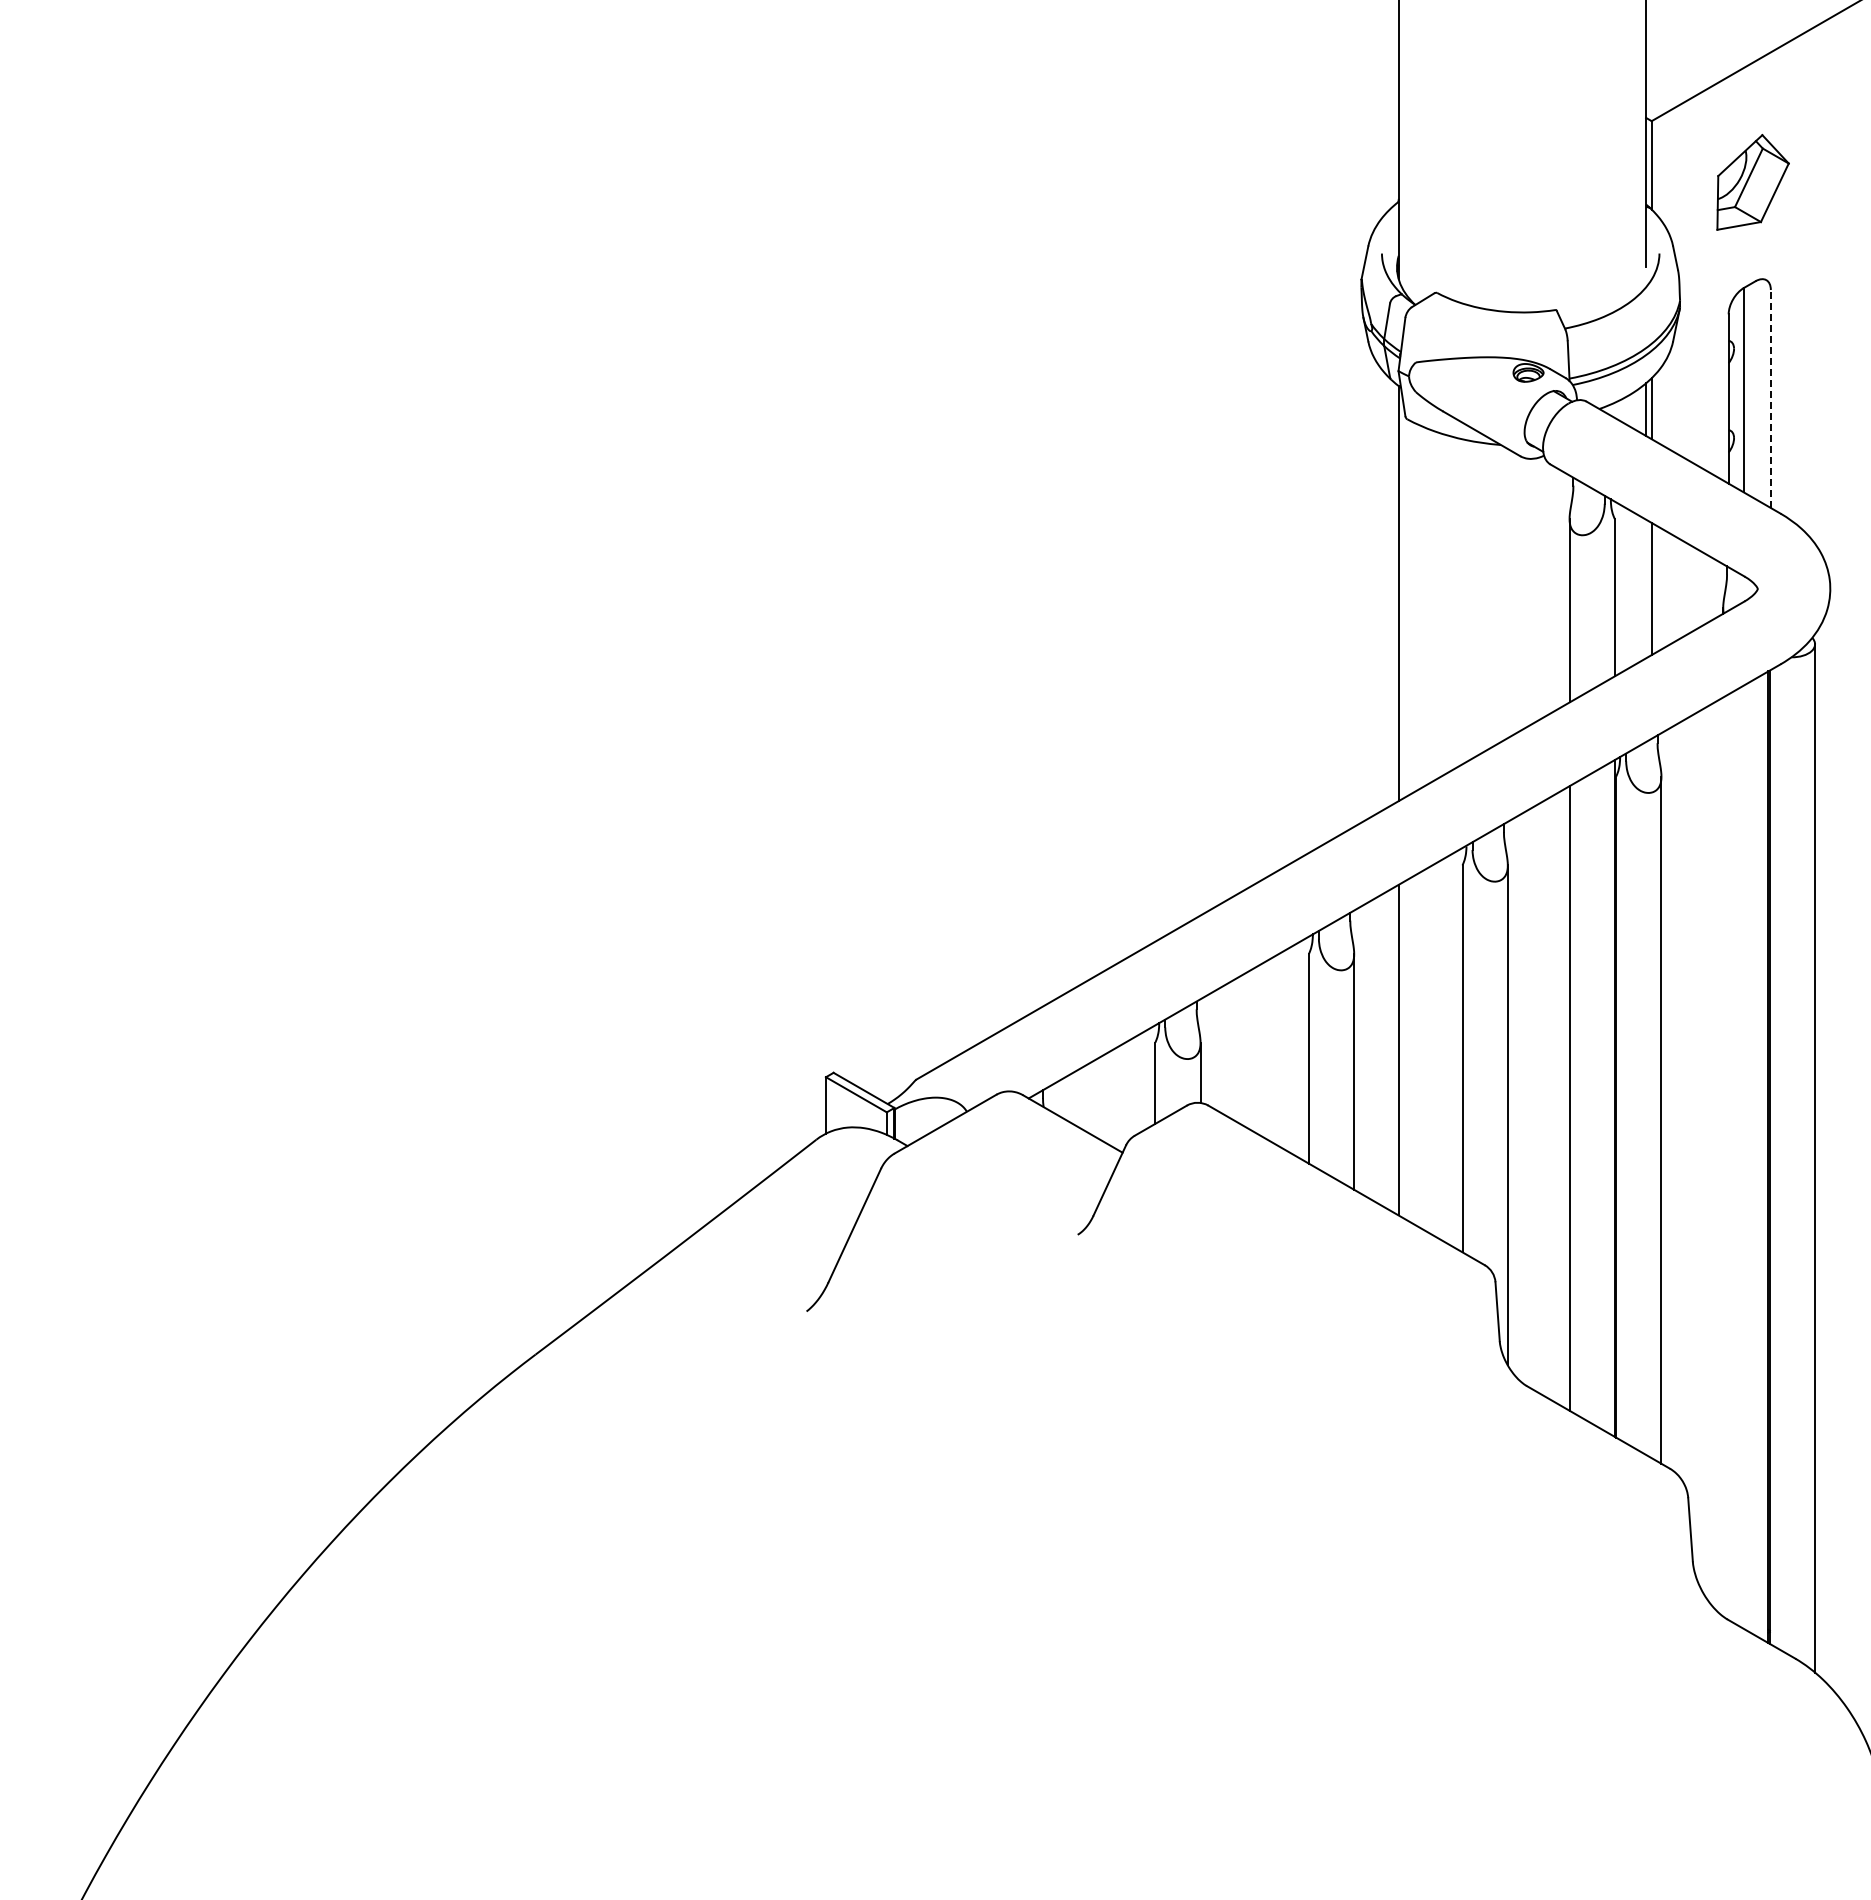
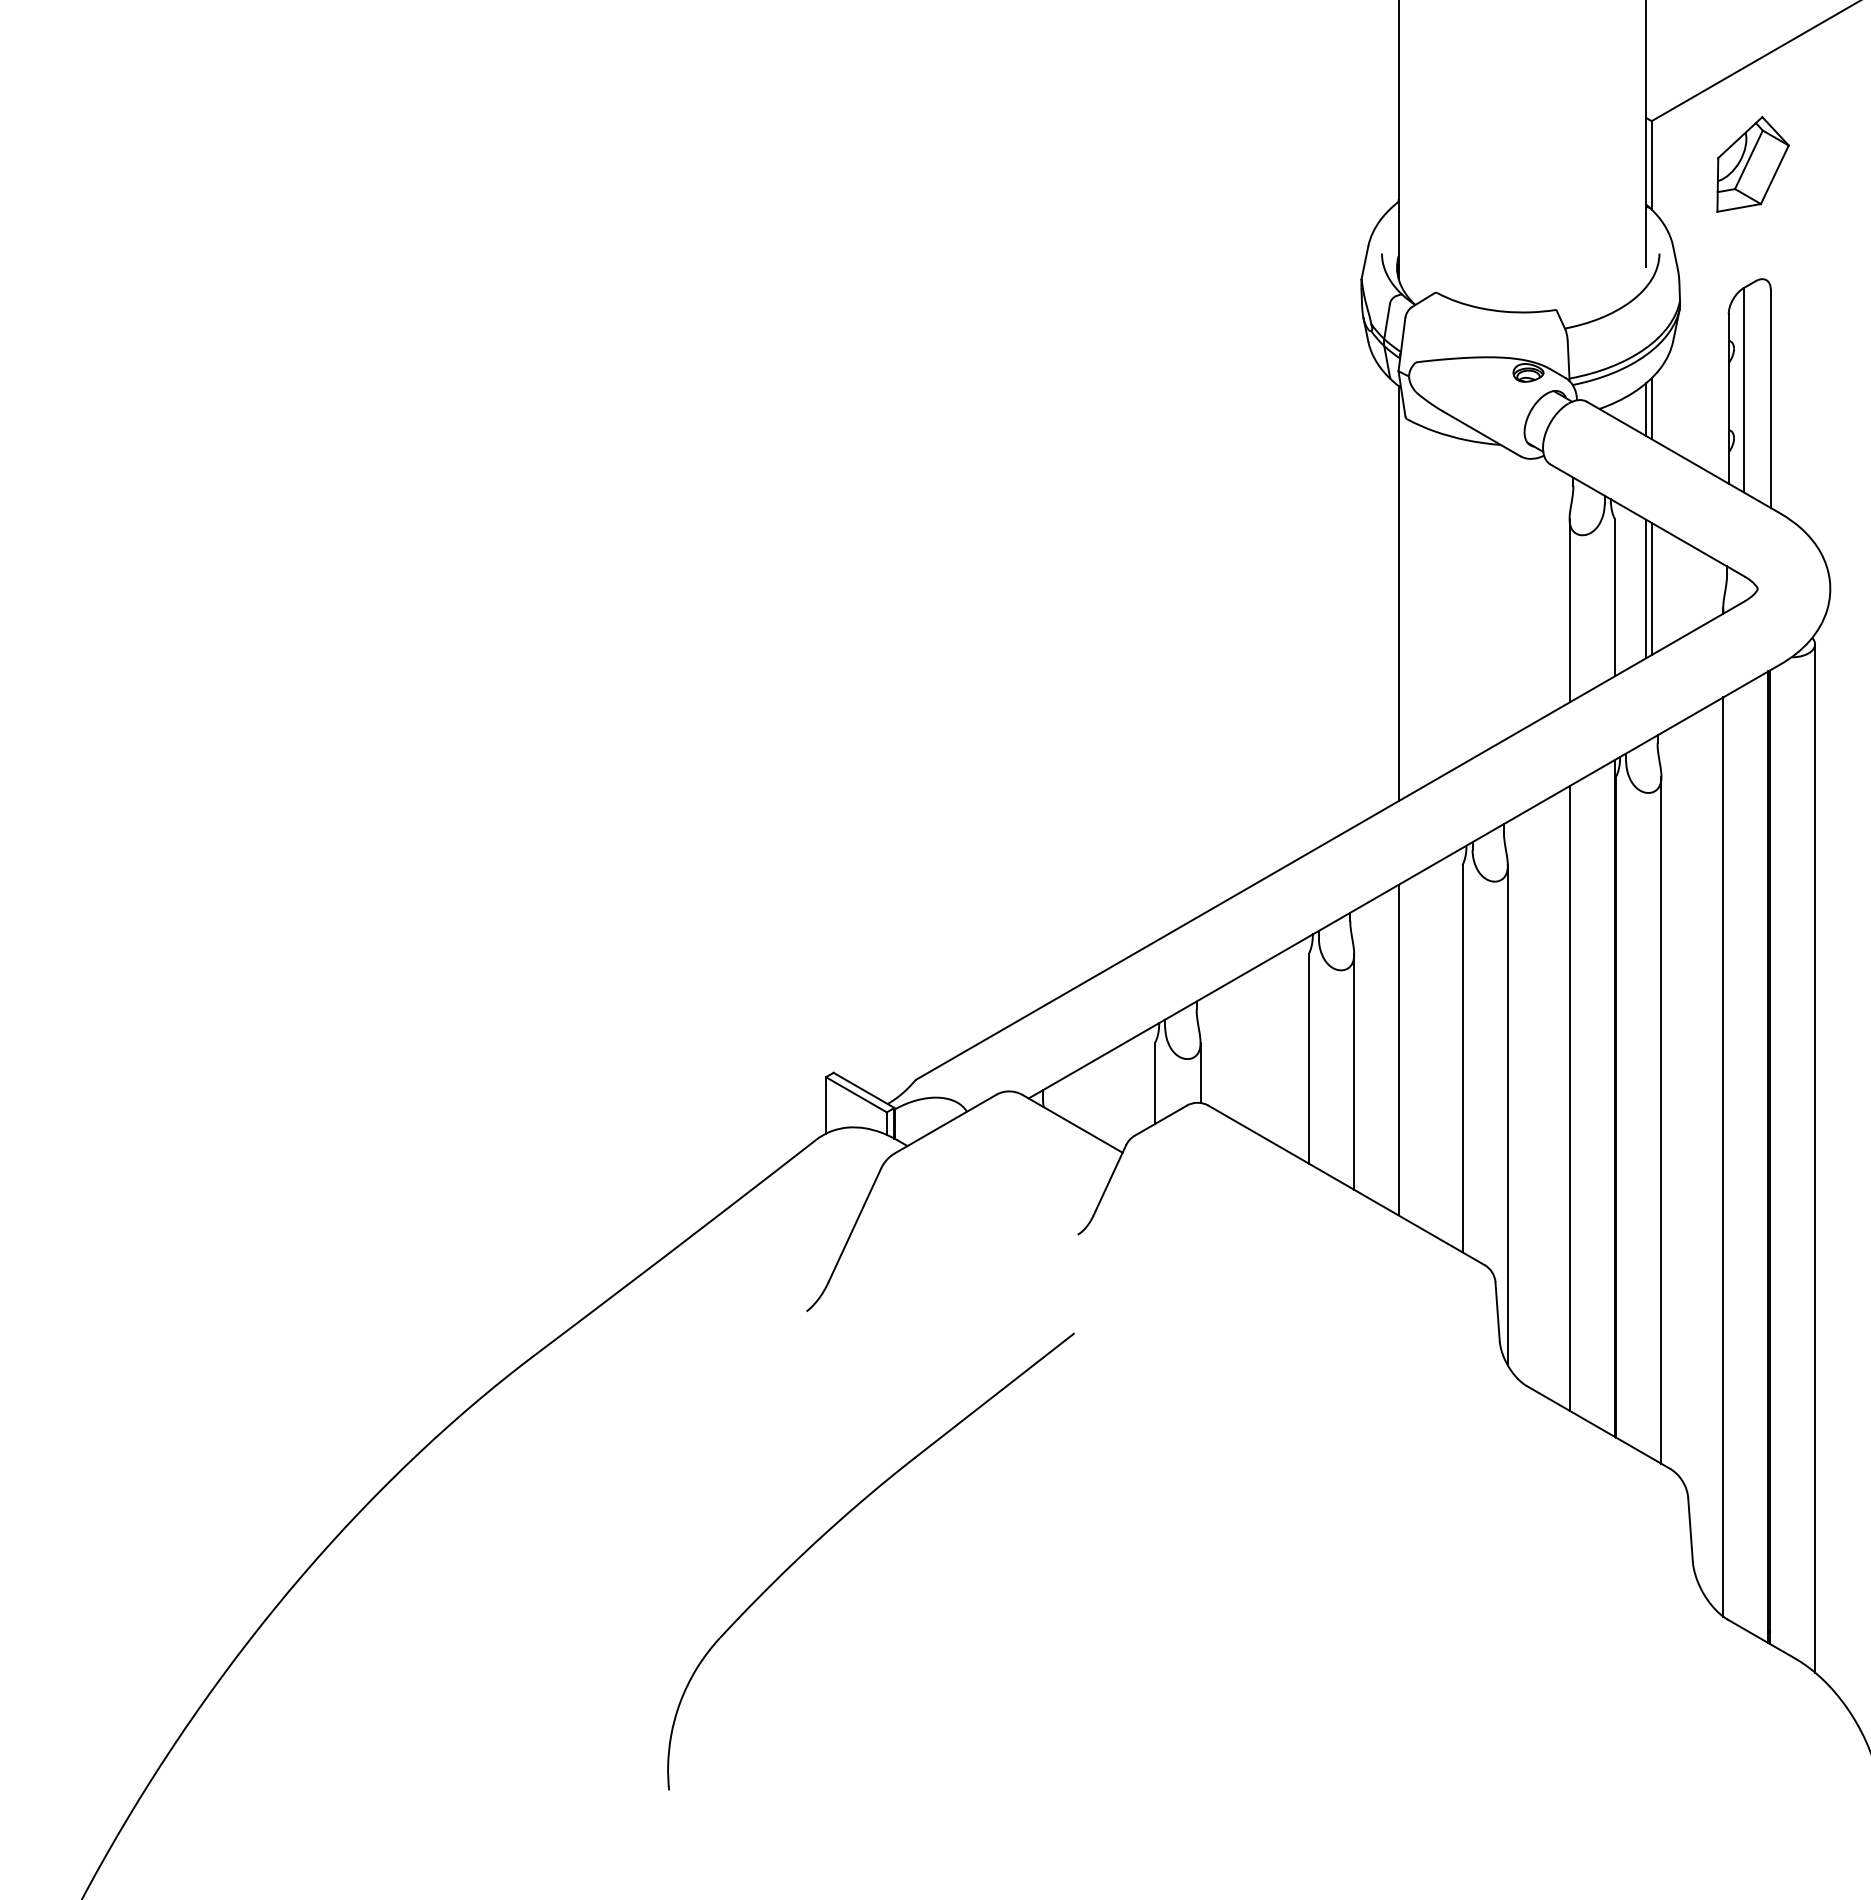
part at (1752, 182) position: (1752, 182) -> (1752, 164)
line at (1770, 398): dashed -> solid
line at (1646, 588): none -> present
line at (1723, 1156): none -> present
part at (838, 1523): none -> present
